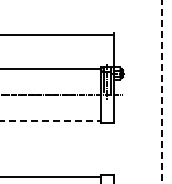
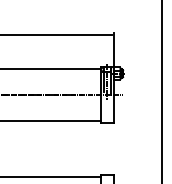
line at (162, 91): dashed -> solid
line at (50, 121): dashed -> solid
